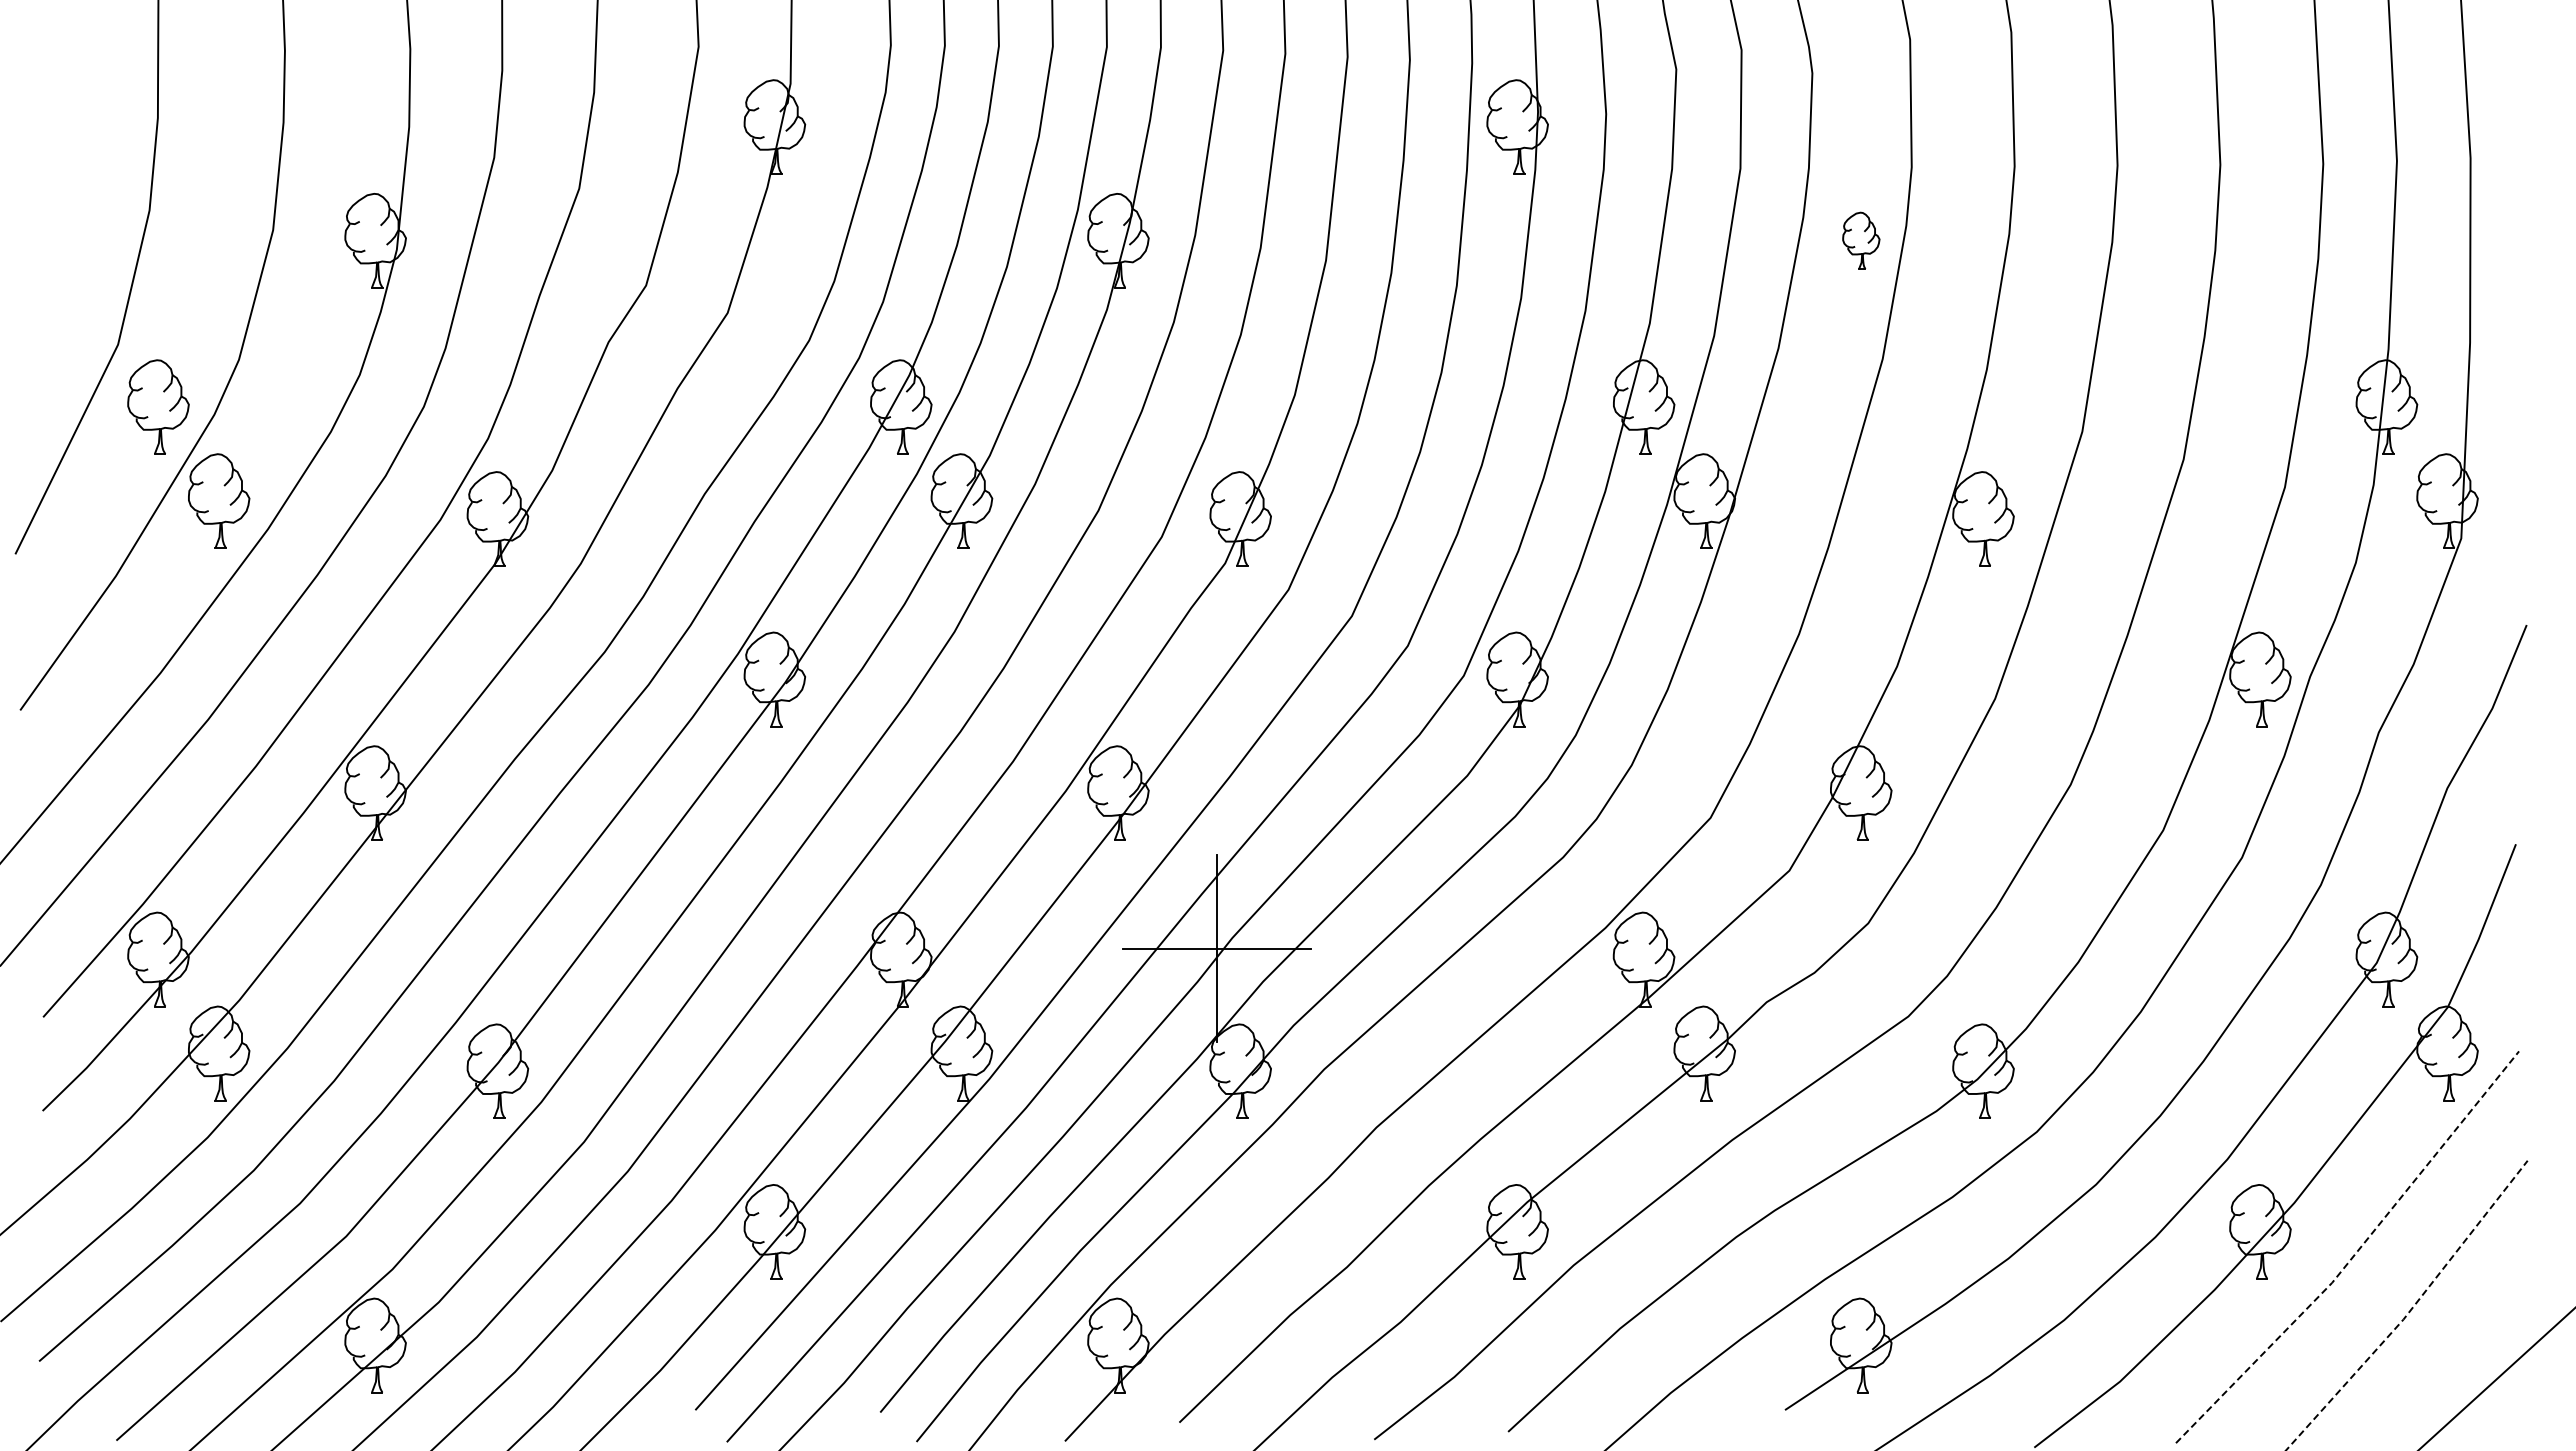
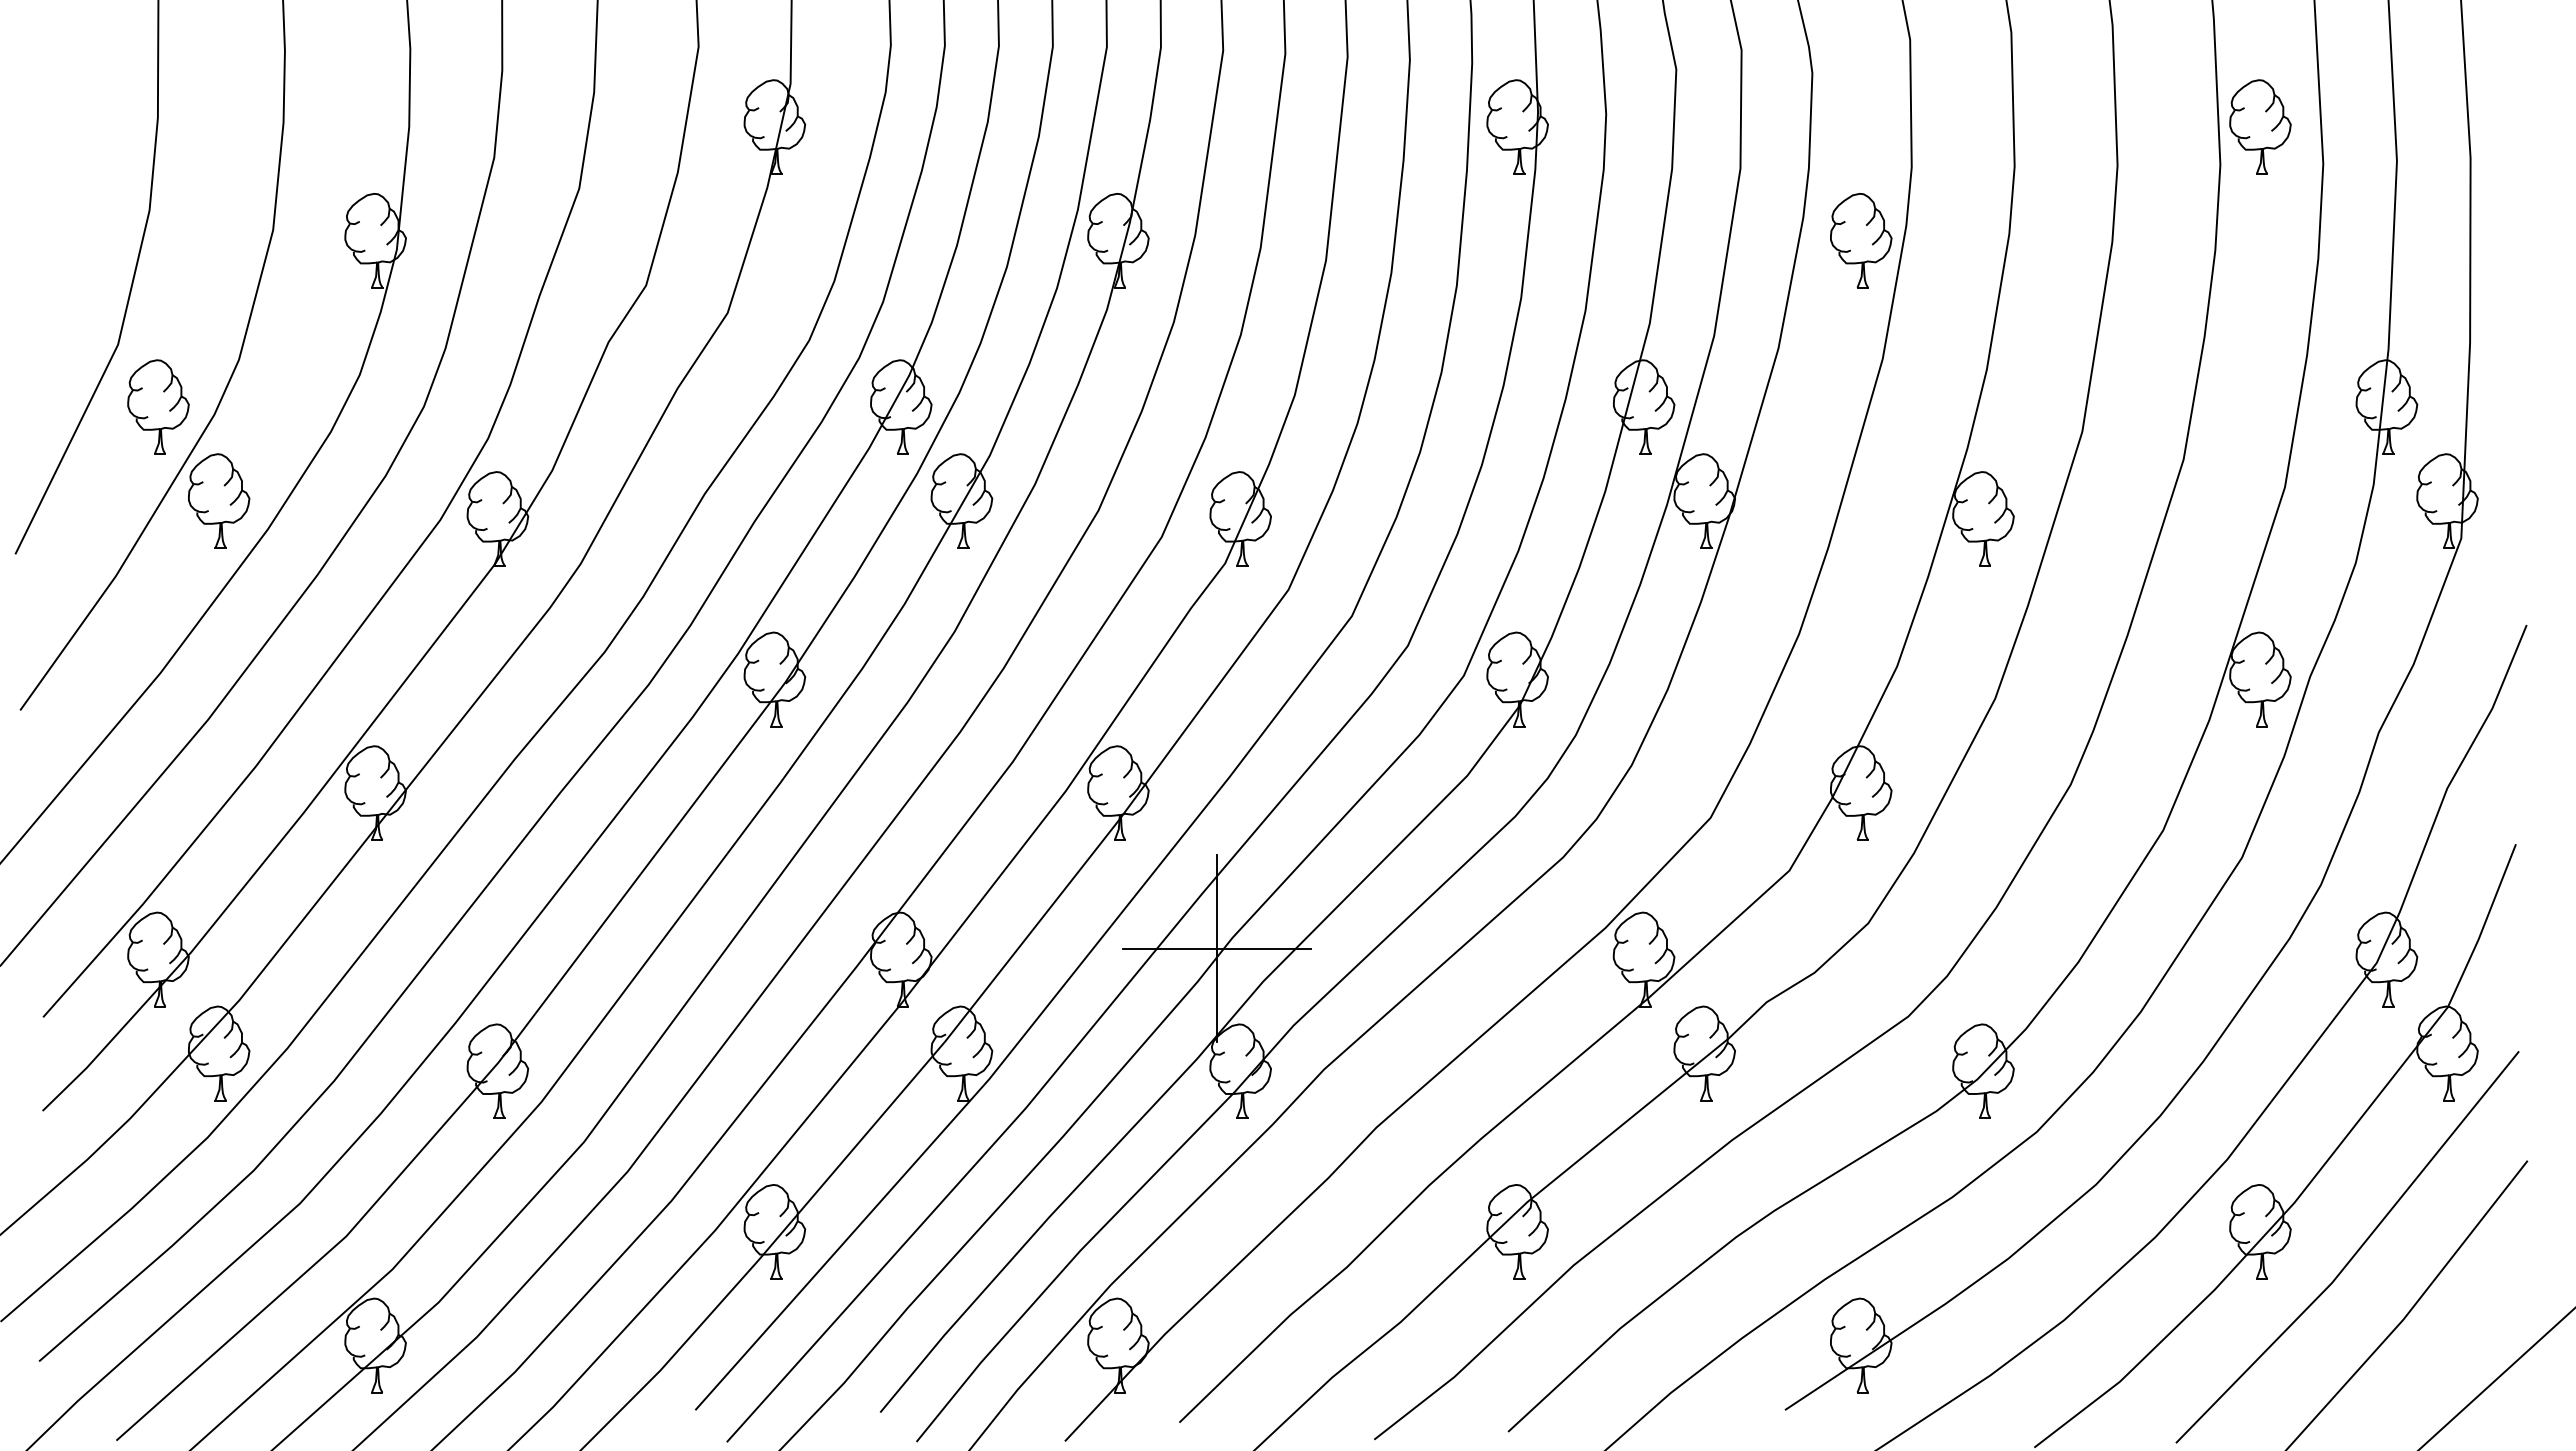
part at (2260, 126): none -> present
part at (1861, 240) size: 39x59 px -> 63x96 px
line at (2355, 1254): dashed -> solid
line at (2410, 1310): dashed -> solid
